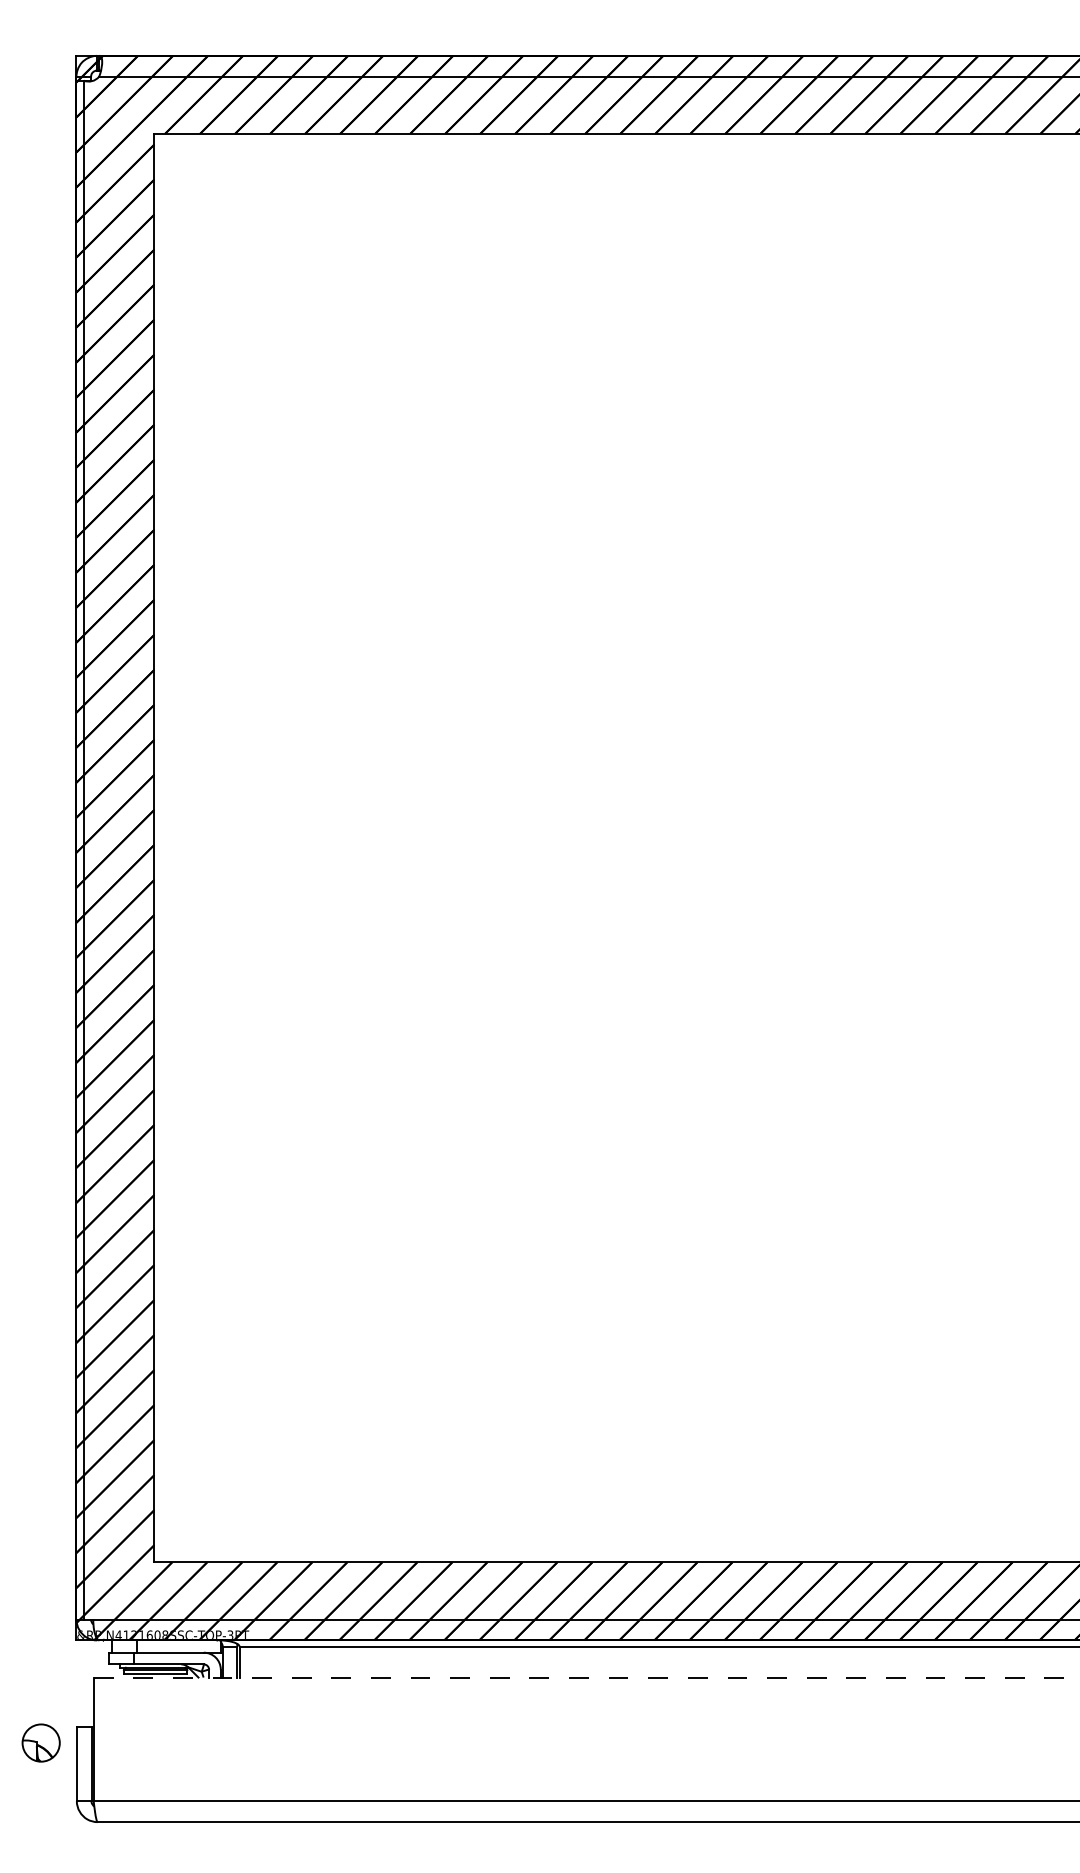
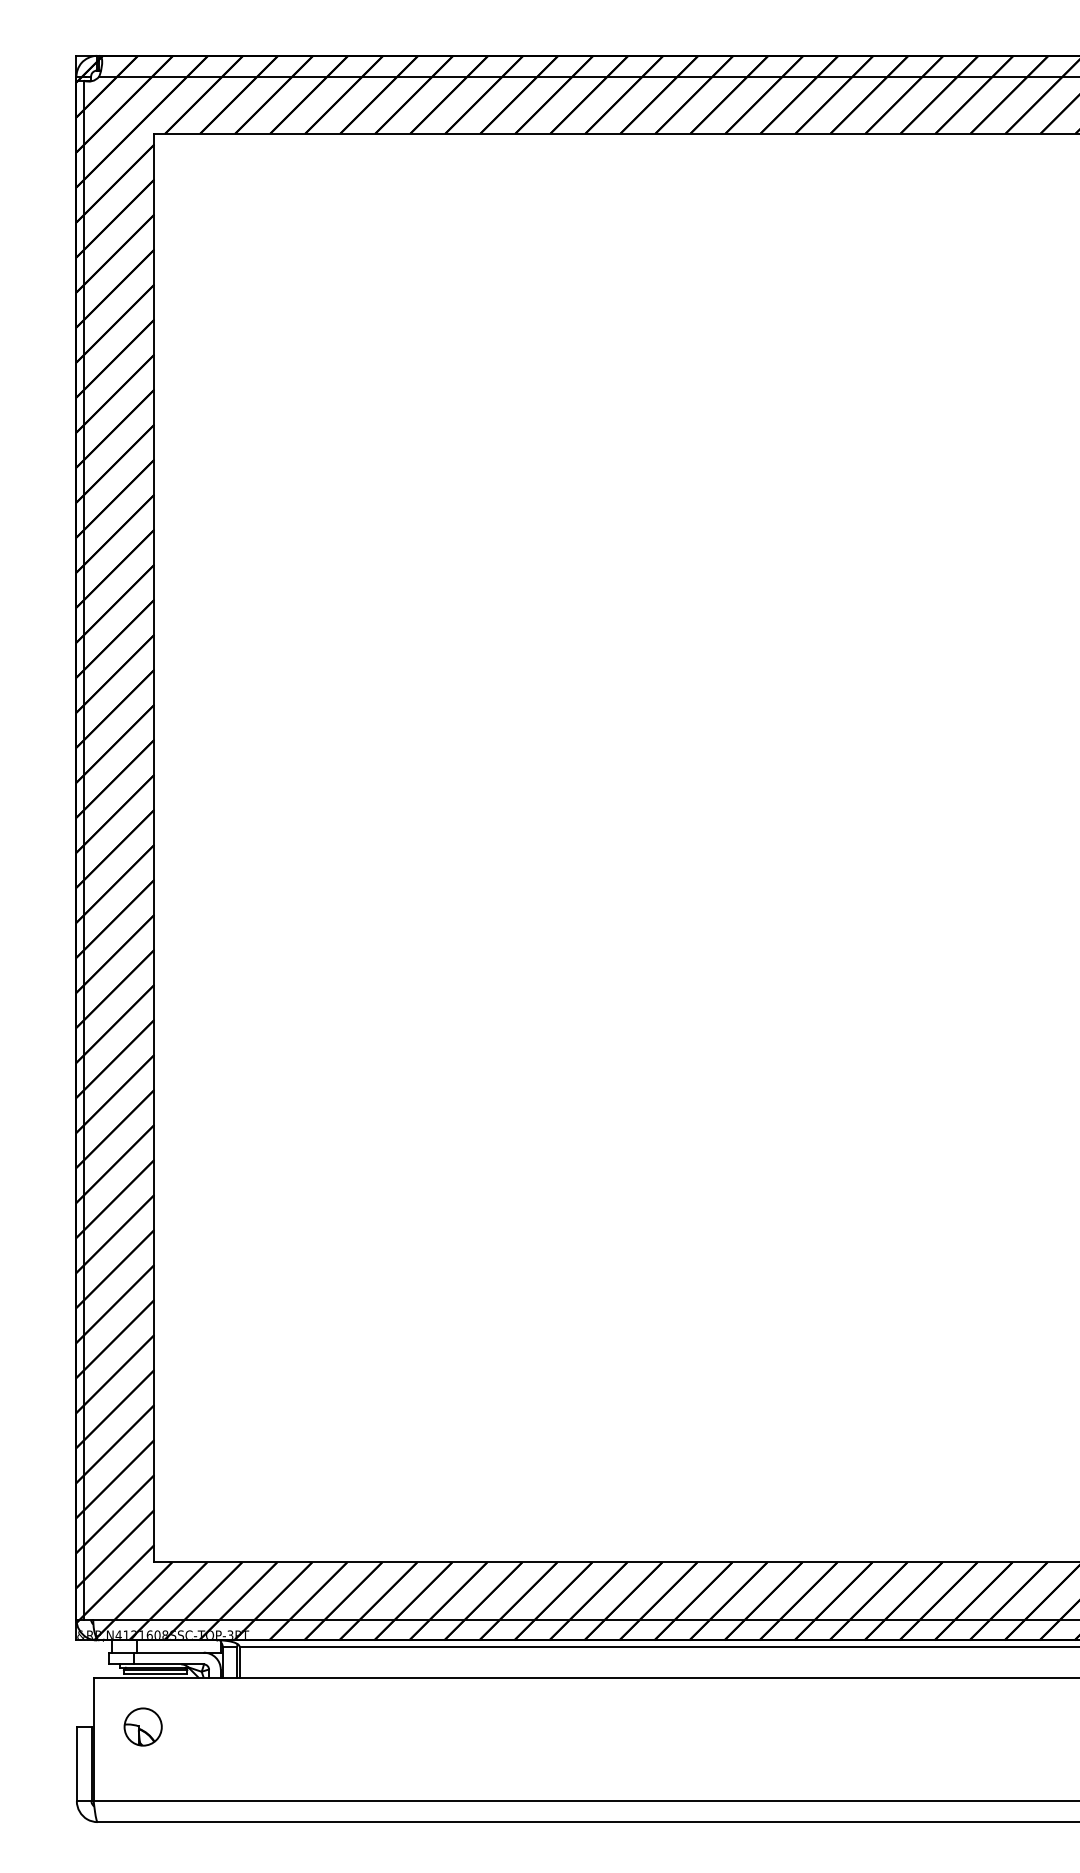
line at (586, 1677): dashed -> solid
part at (40, 1742) position: (40, 1742) -> (142, 1726)
